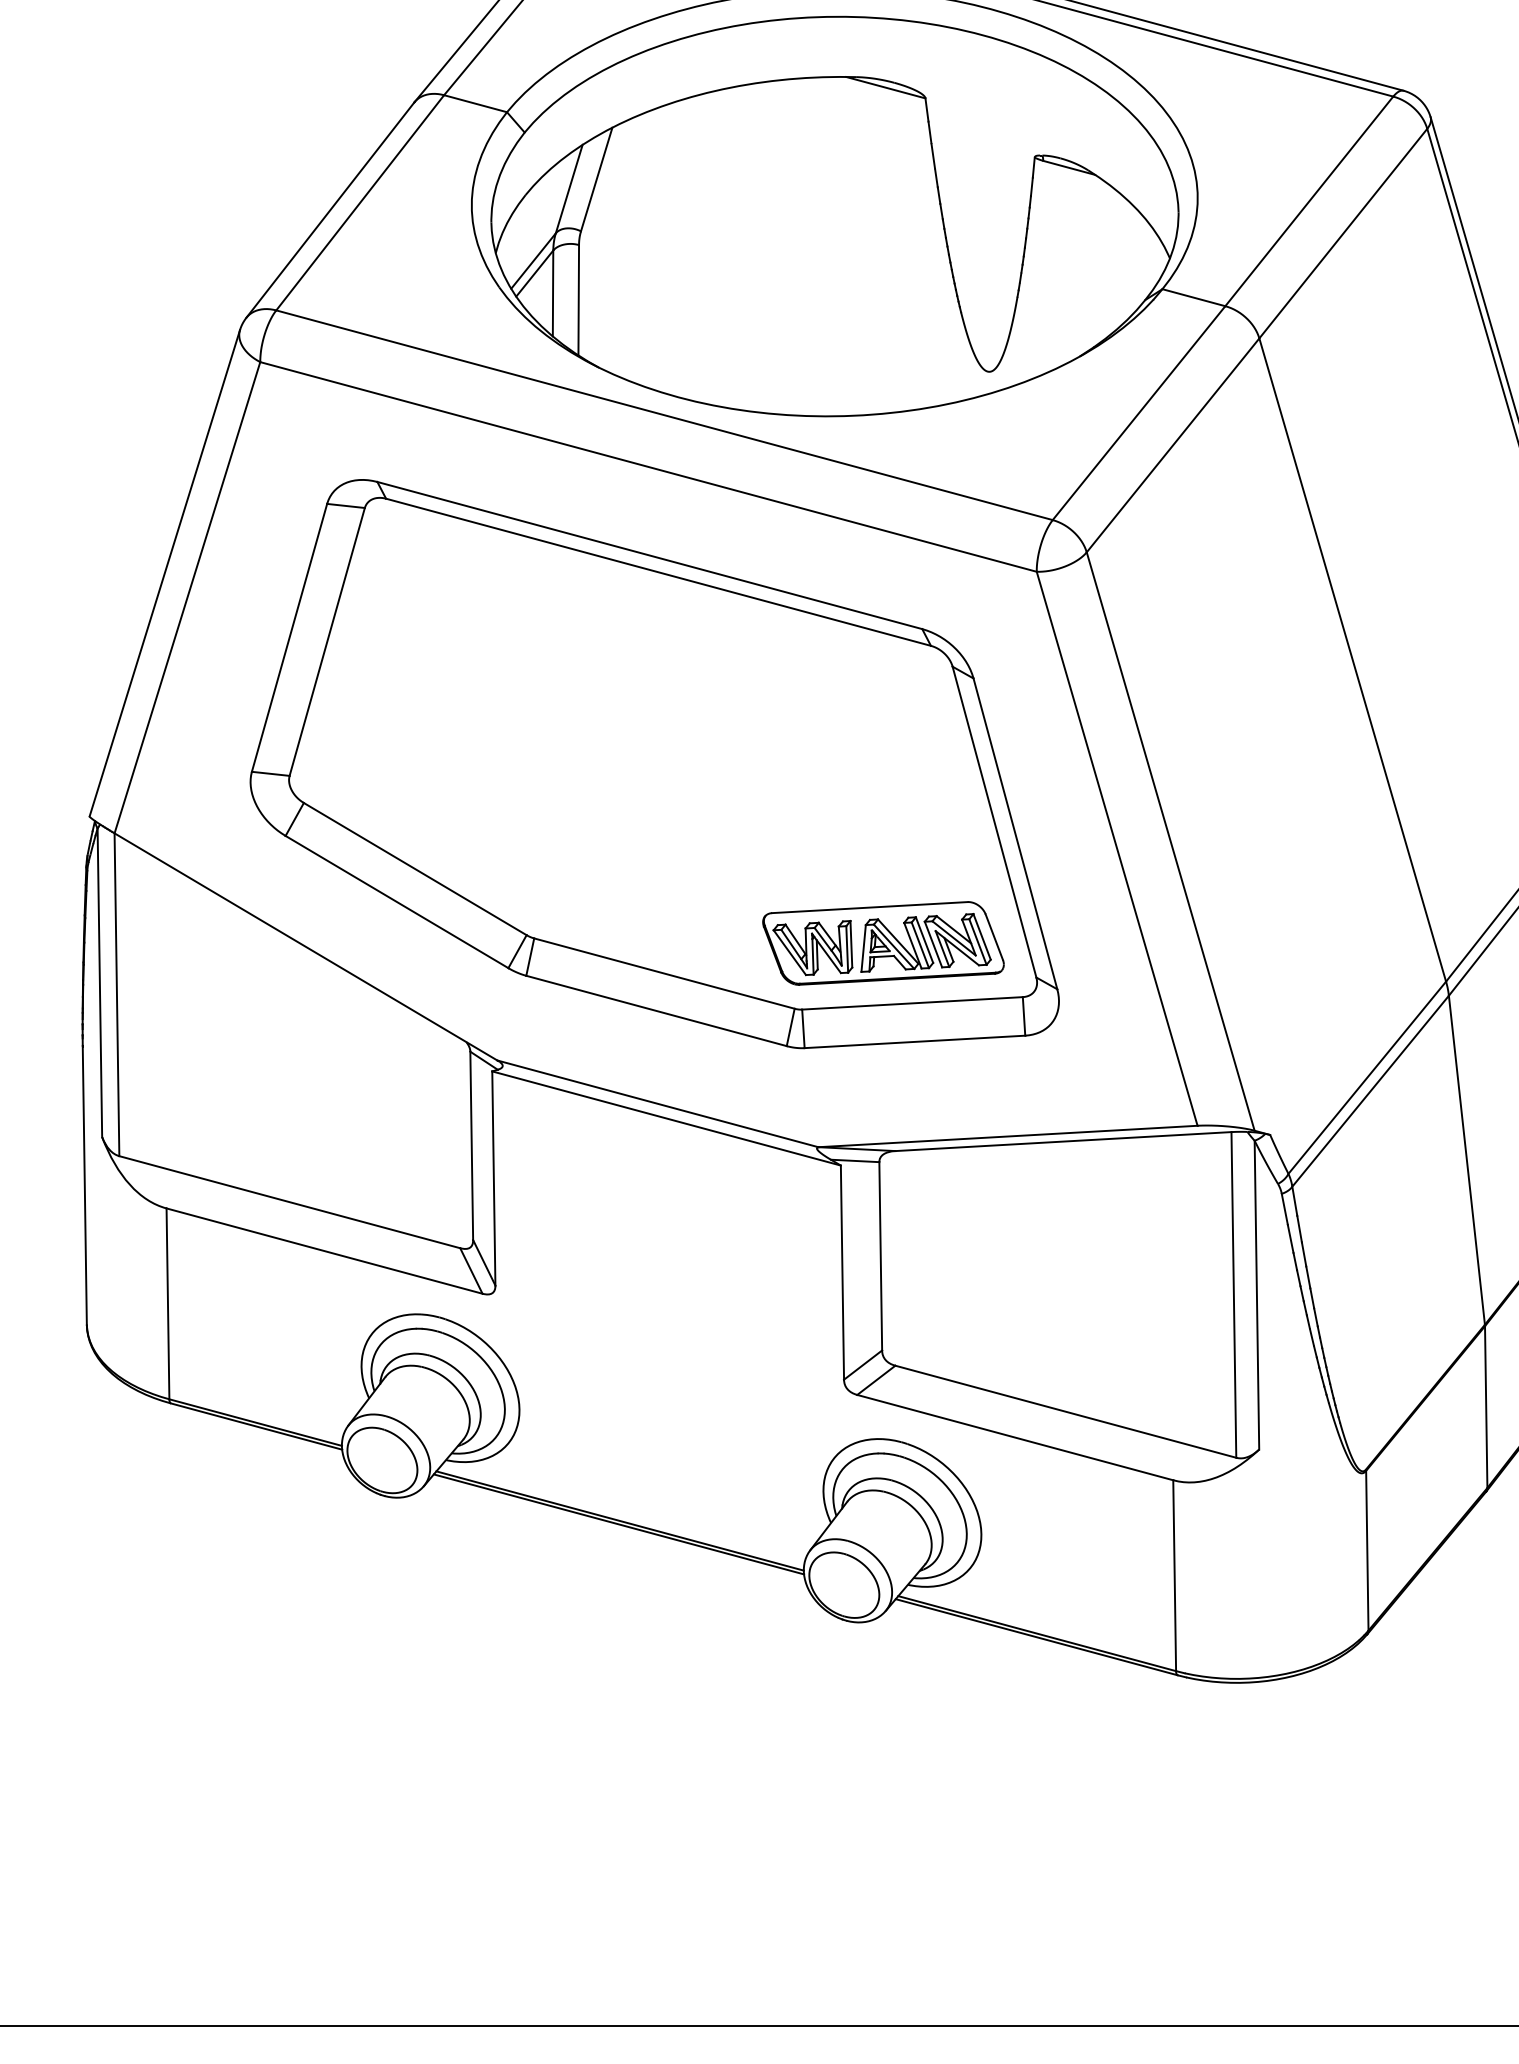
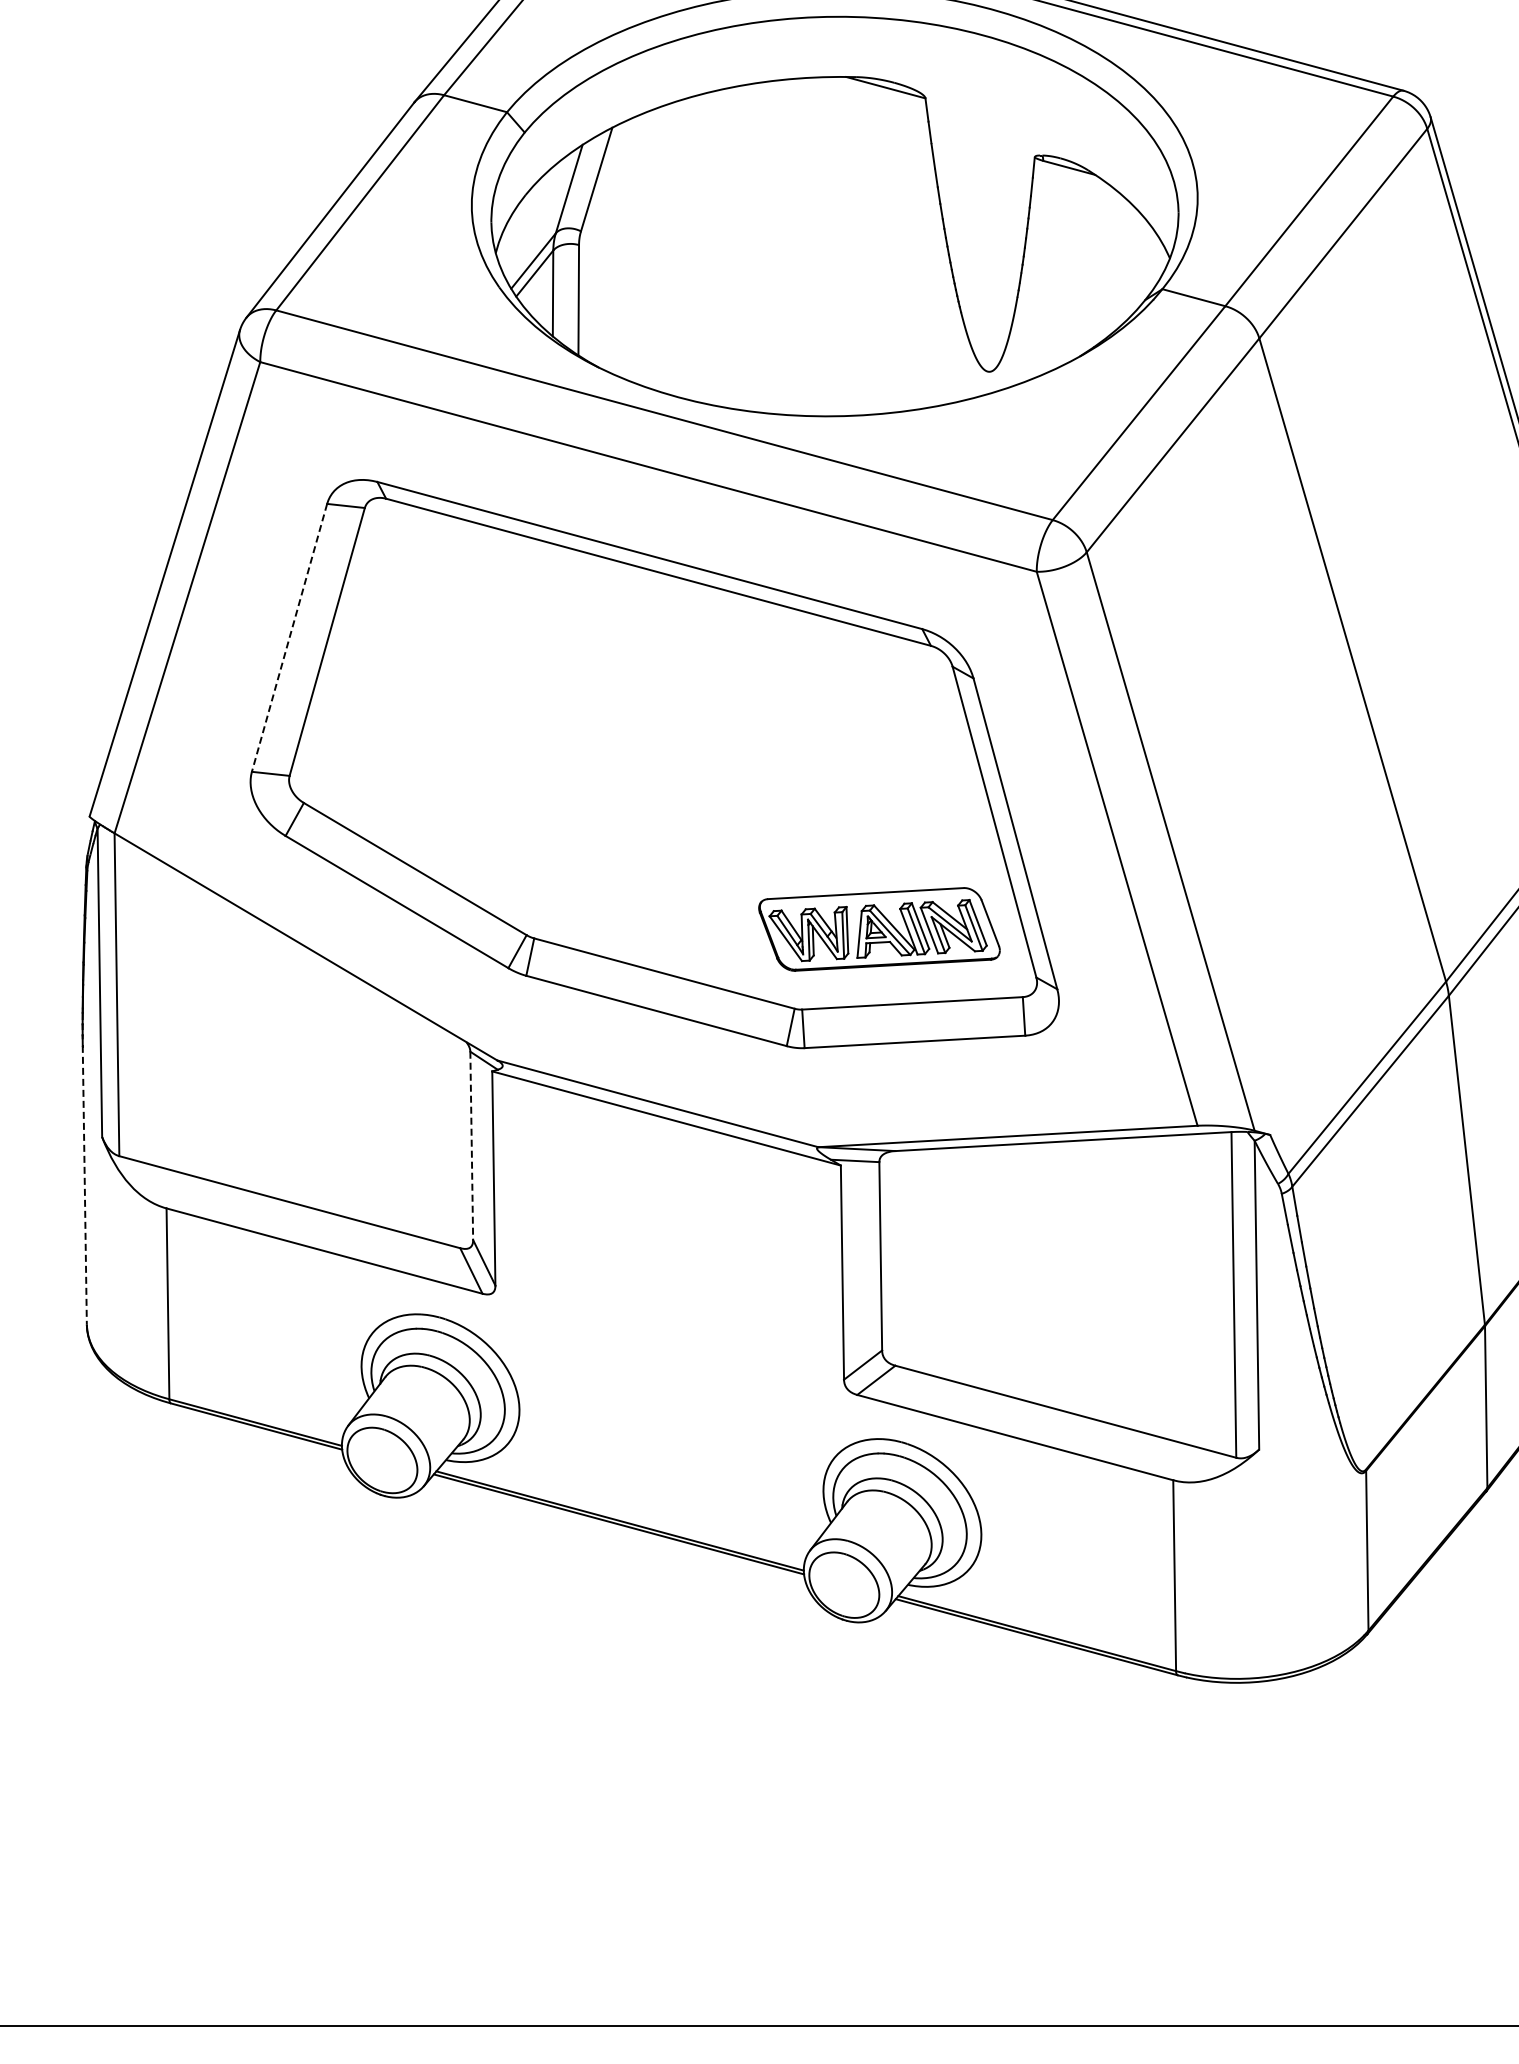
line at (289, 638): solid -> dashed
part at (883, 943) position: (883, 943) -> (879, 929)
line at (471, 1146): solid -> dashed
line at (84, 1185): solid -> dashed
